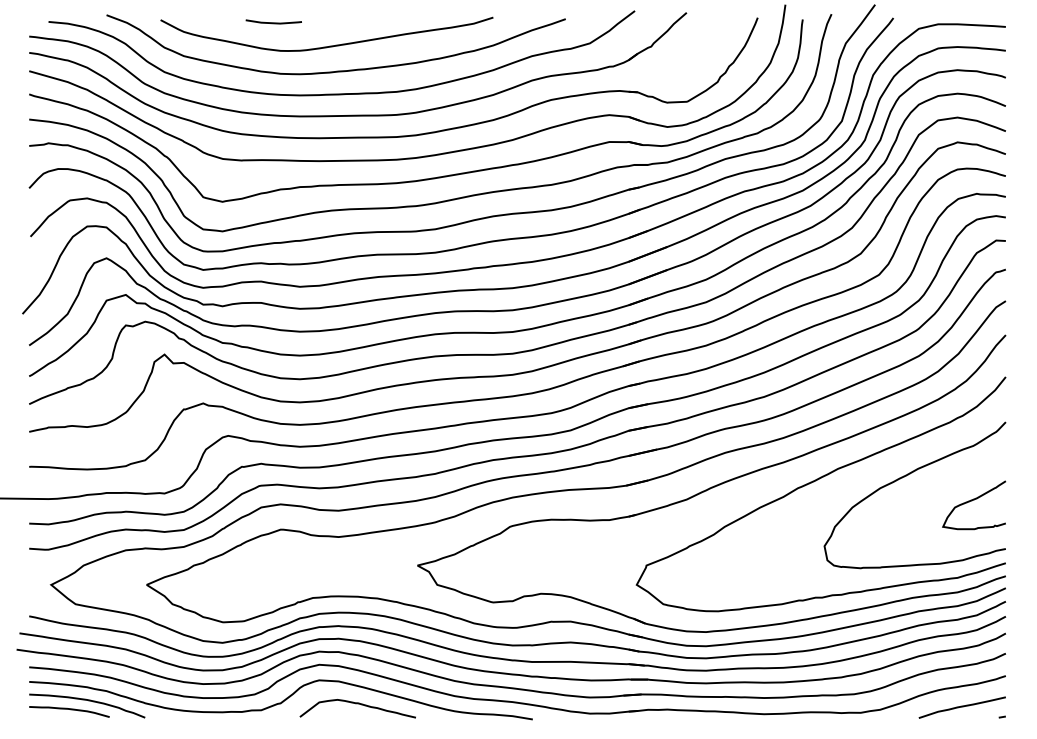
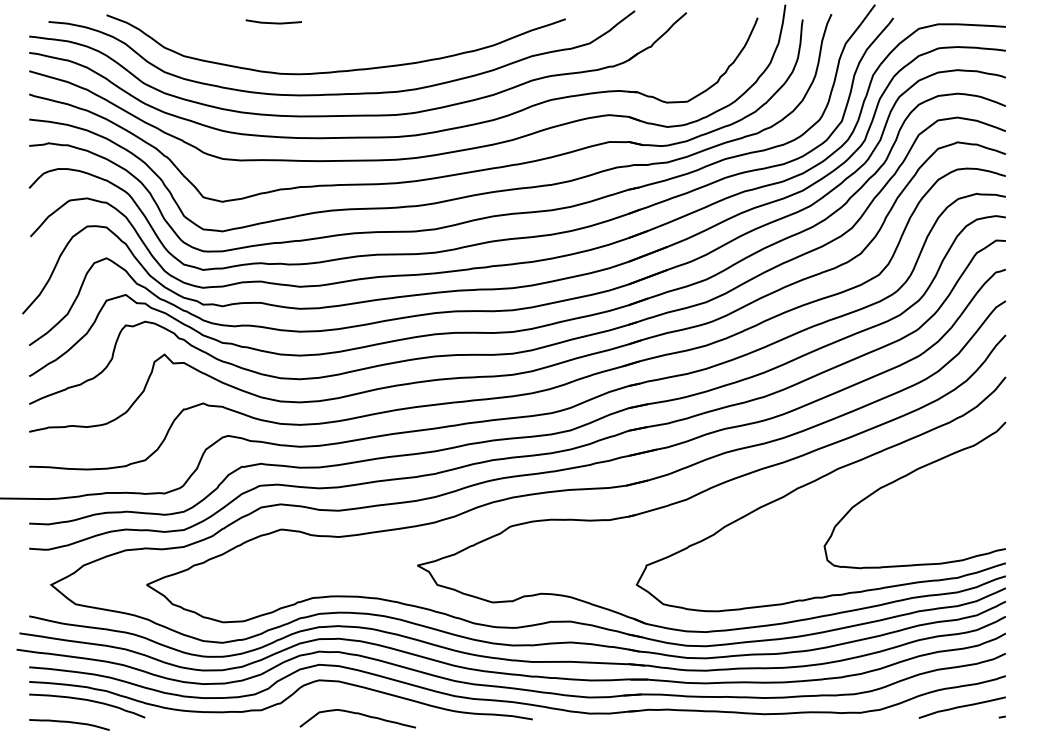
curve at (329, 45): present -> none
curve at (972, 501): present -> none
curve at (357, 704) position: (357, 704) -> (357, 714)
curve at (70, 710) position: (70, 710) -> (70, 723)
